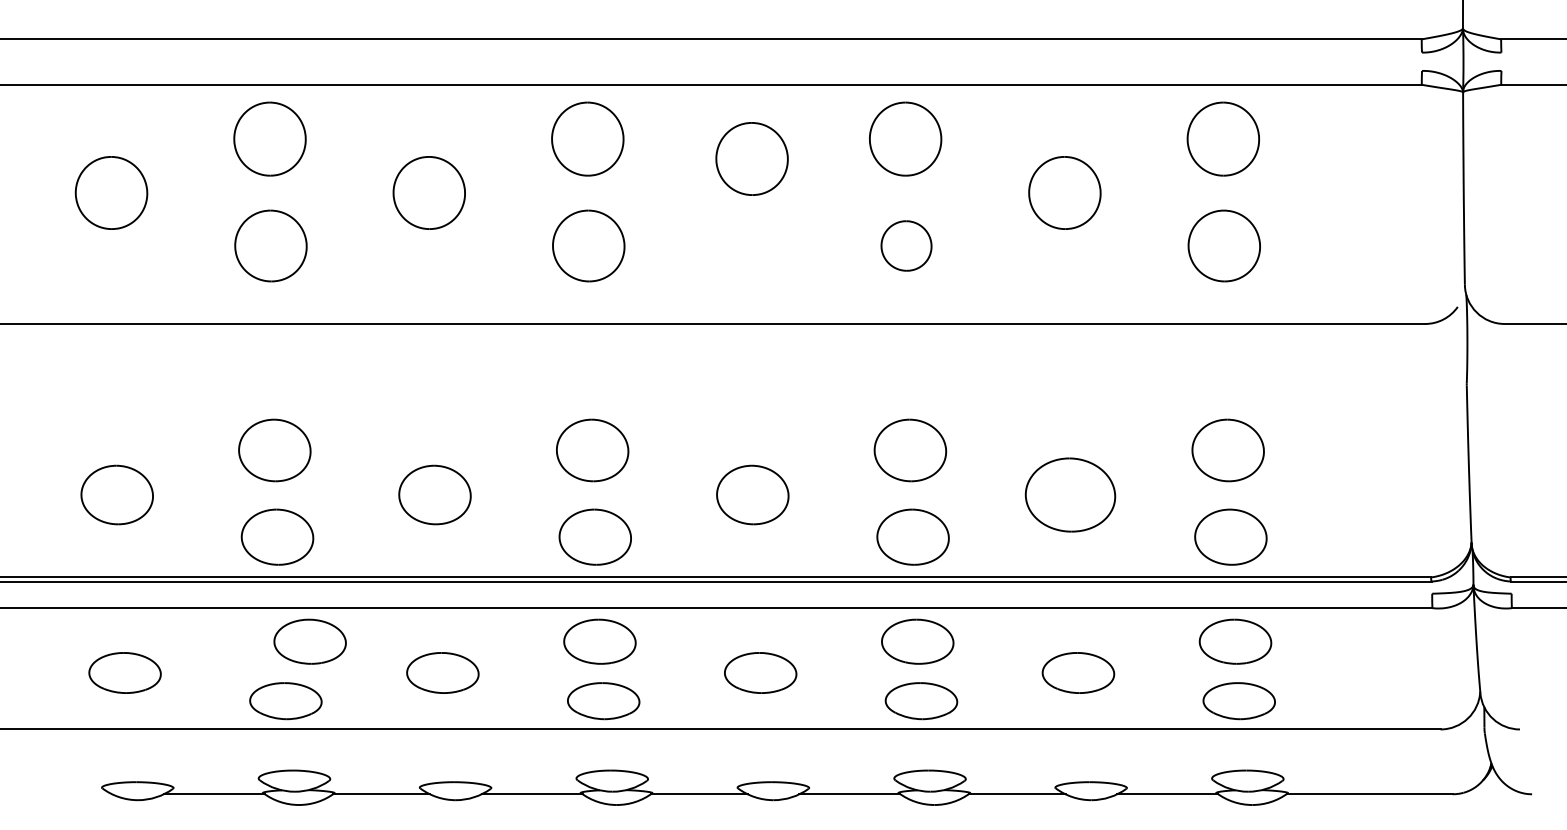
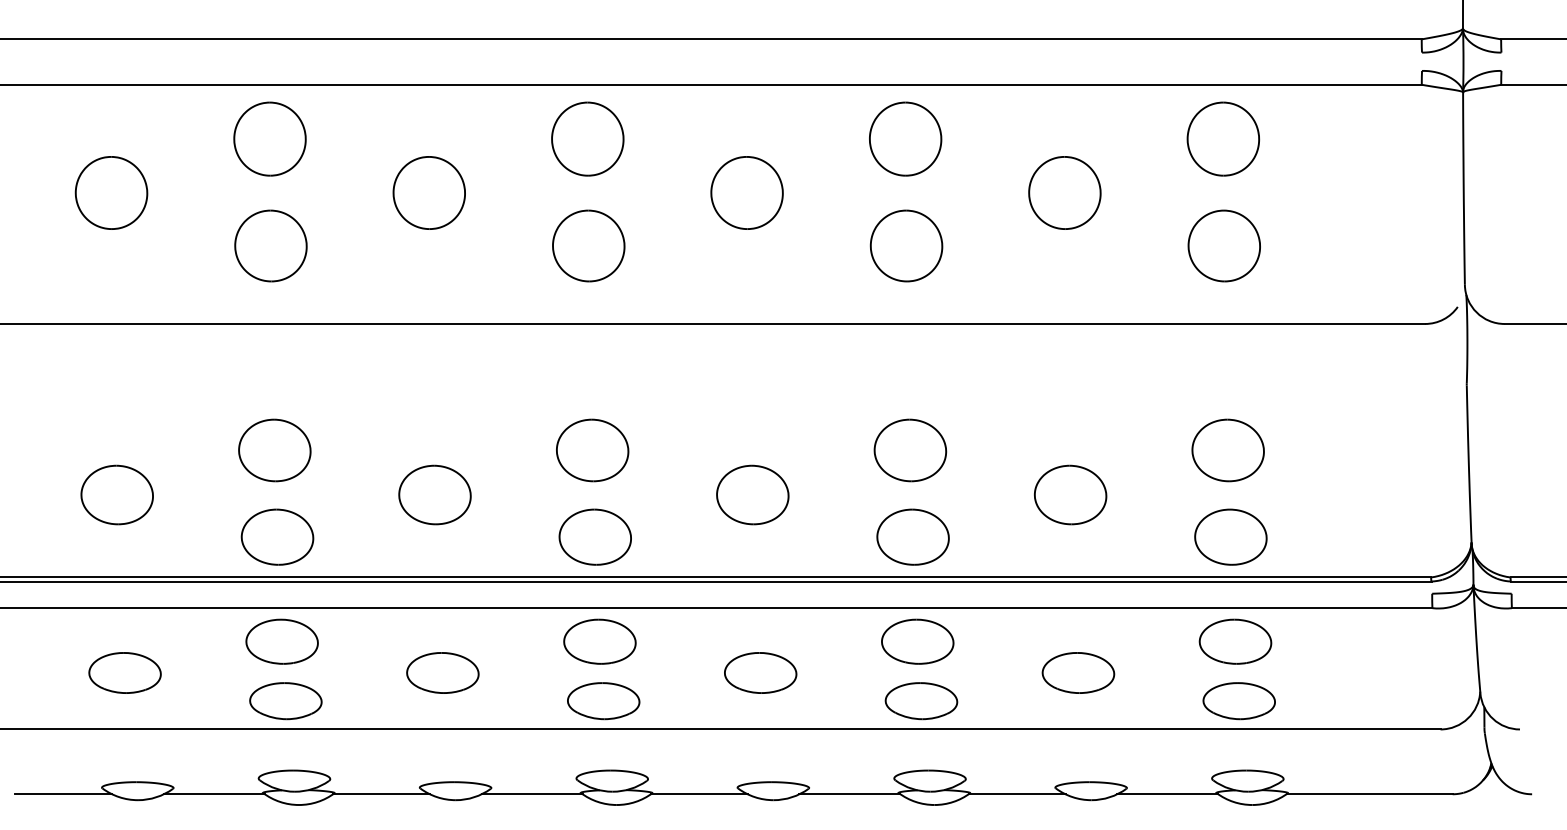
part at (751, 158) position: (751, 158) -> (746, 192)
part at (906, 245) size: 53x52 px -> 75x74 px
part at (1070, 494) size: 93x76 px -> 74x62 px
part at (309, 641) position: (309, 641) -> (281, 641)
line at (63, 794): none -> present
